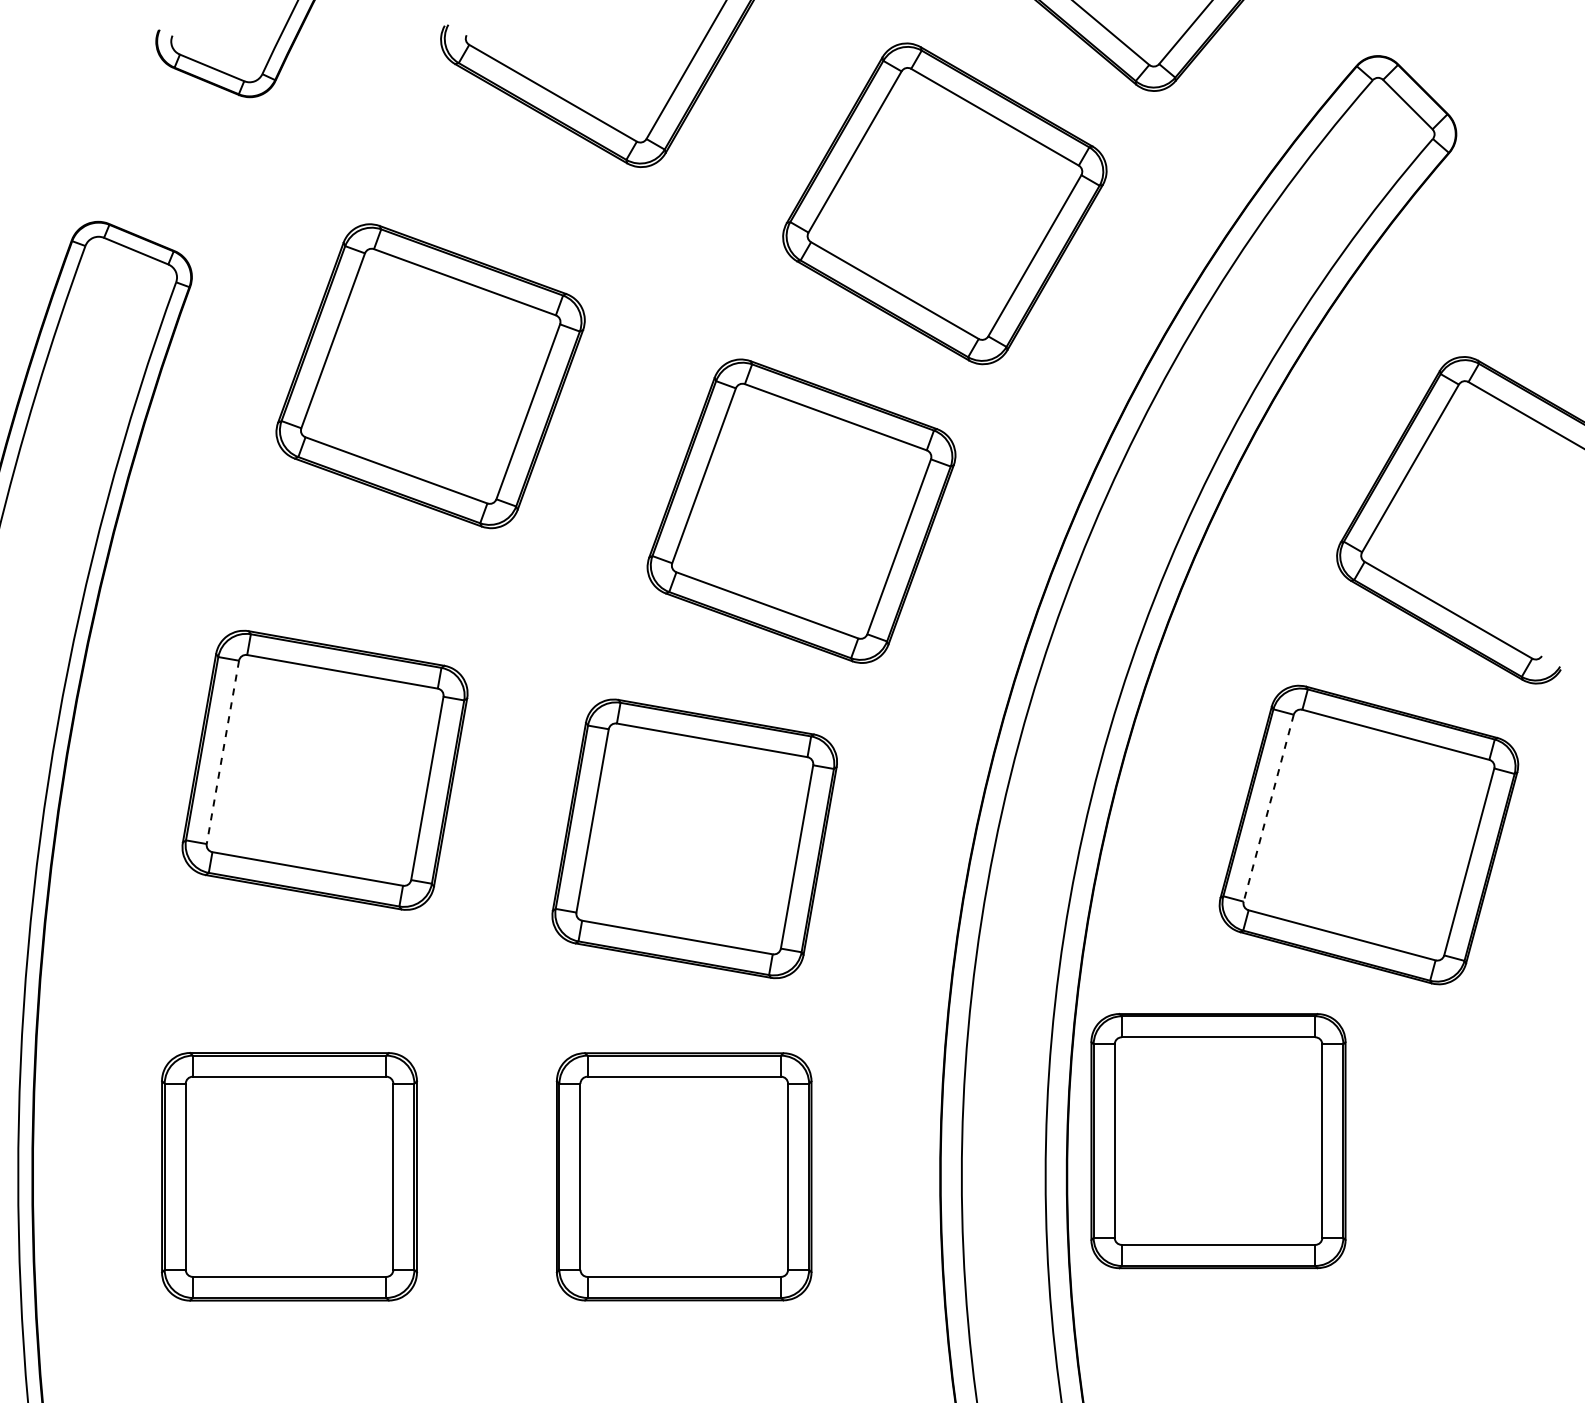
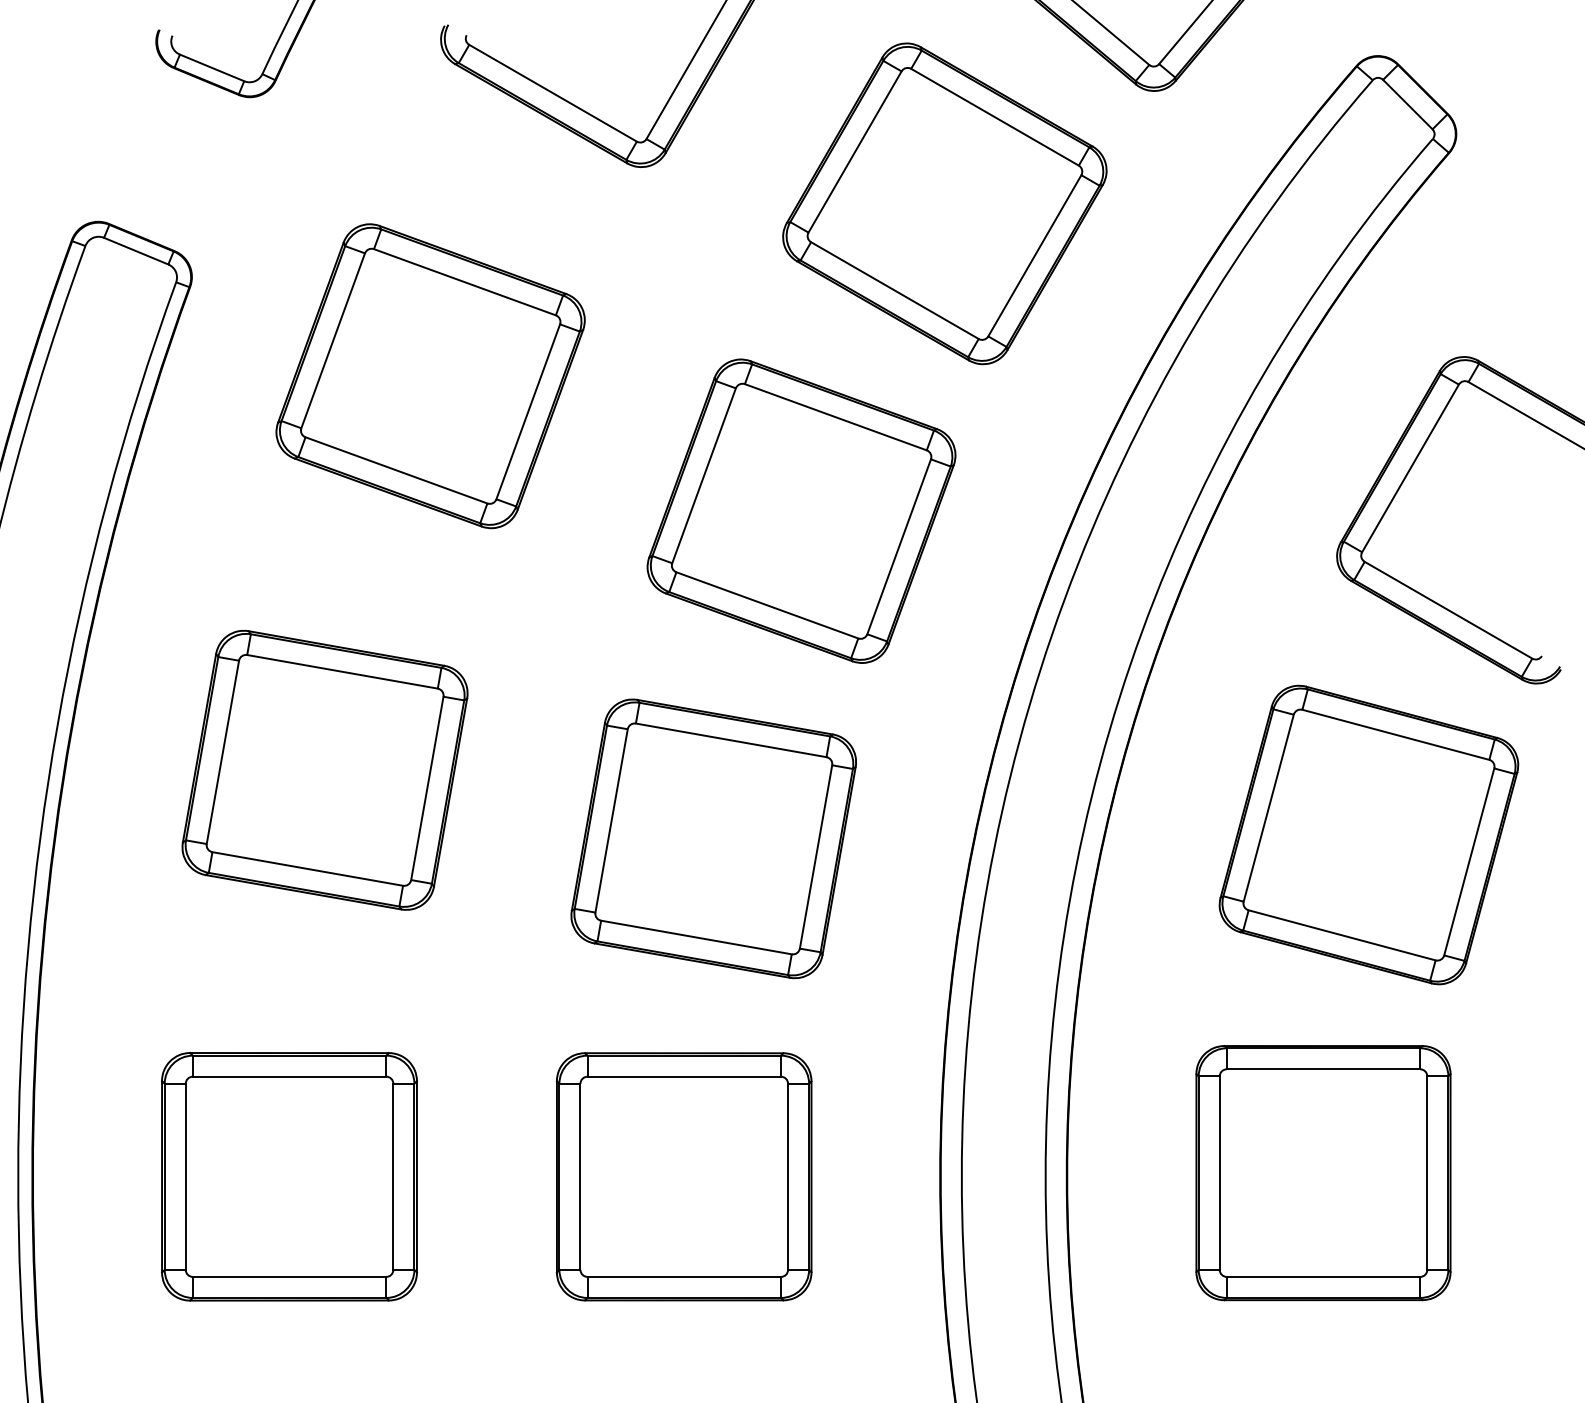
line at (222, 752): dashed -> solid
line at (1268, 808): dashed -> solid
part at (694, 838) position: (694, 838) -> (713, 838)
part at (1218, 1141) position: (1218, 1141) -> (1323, 1173)
